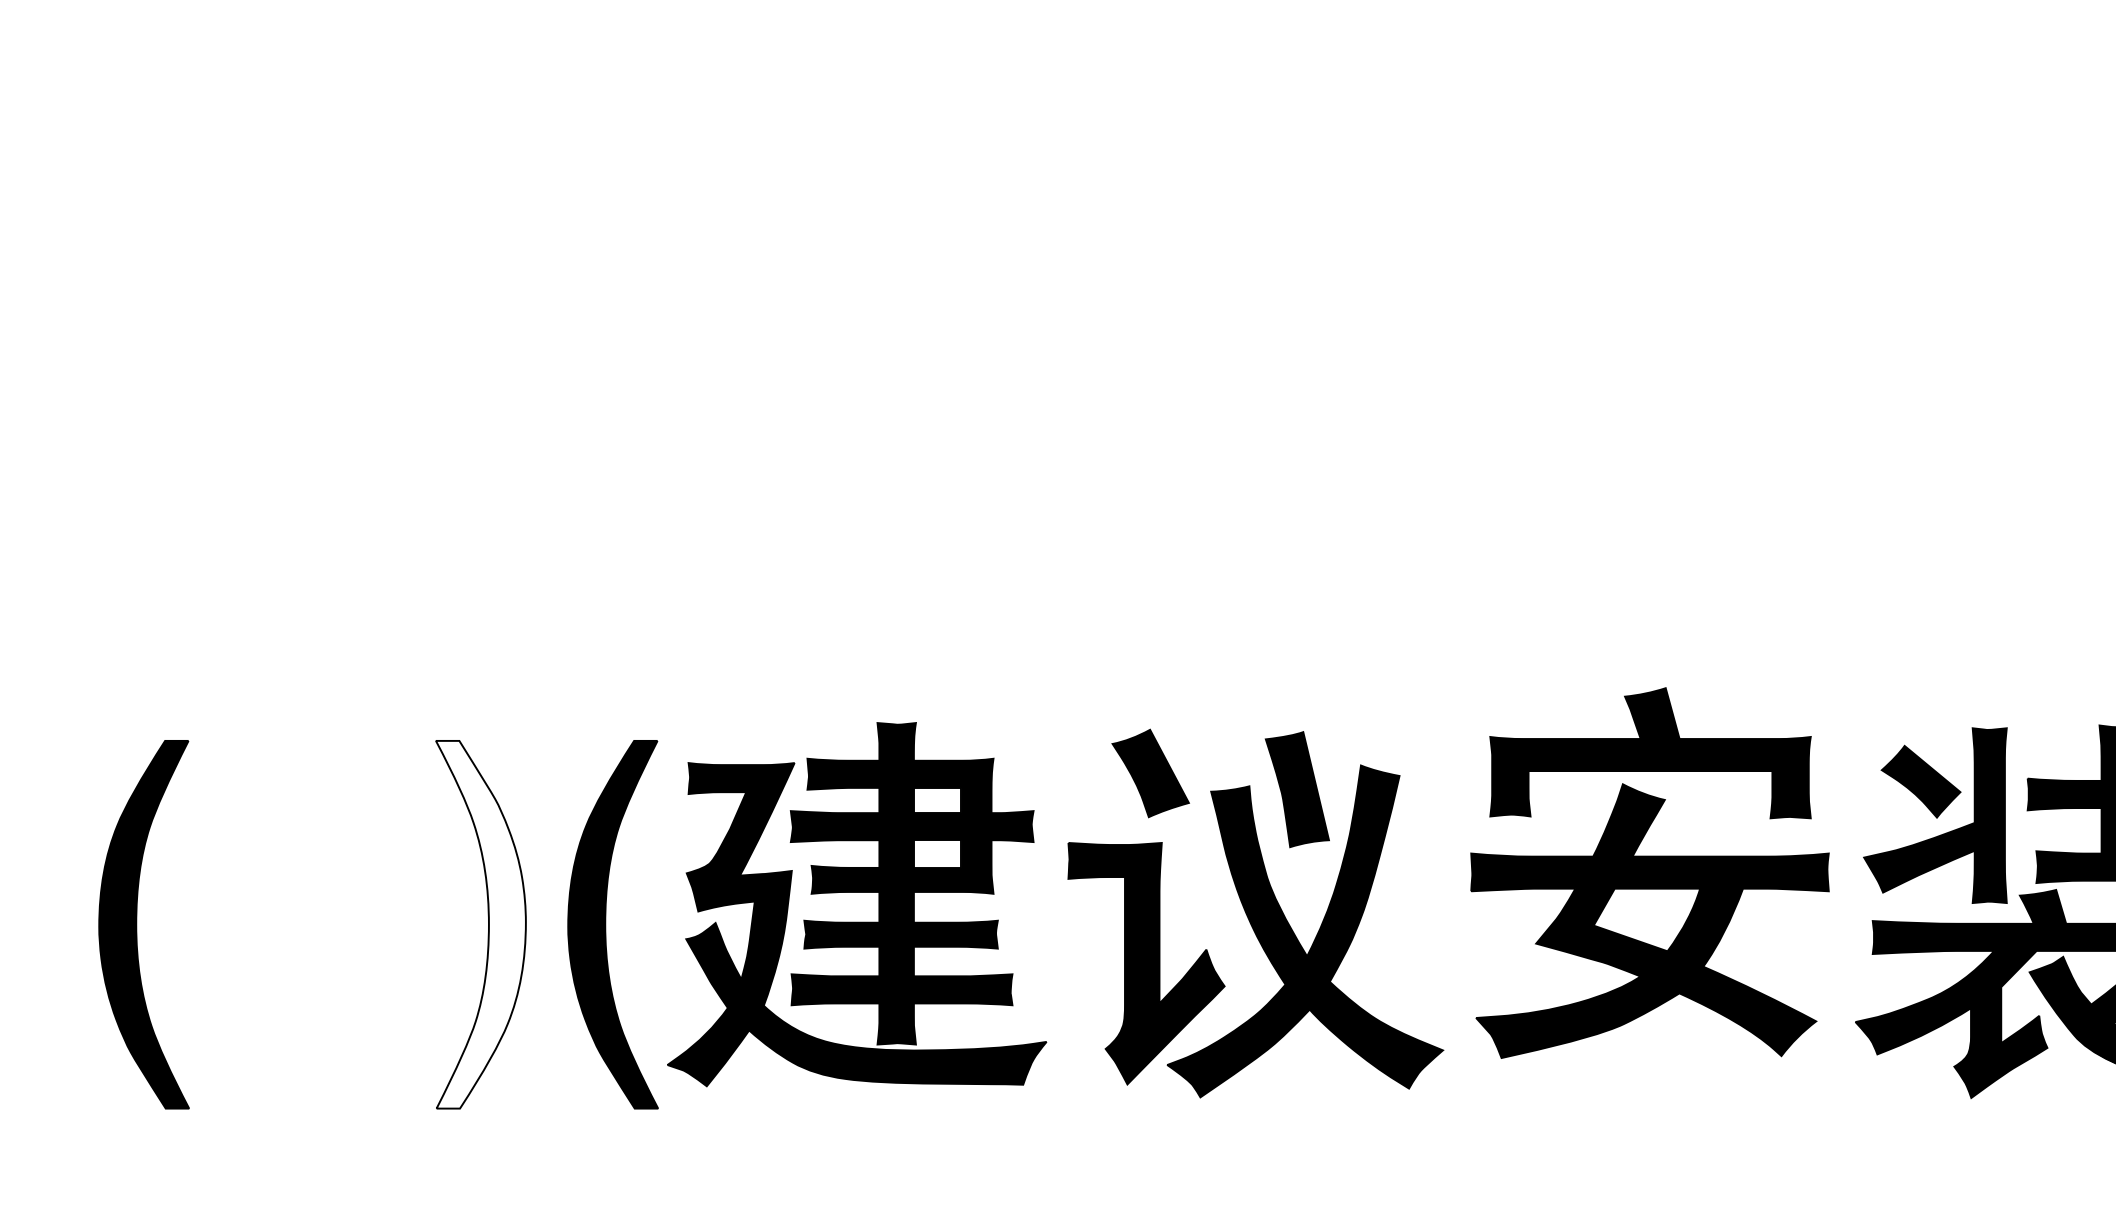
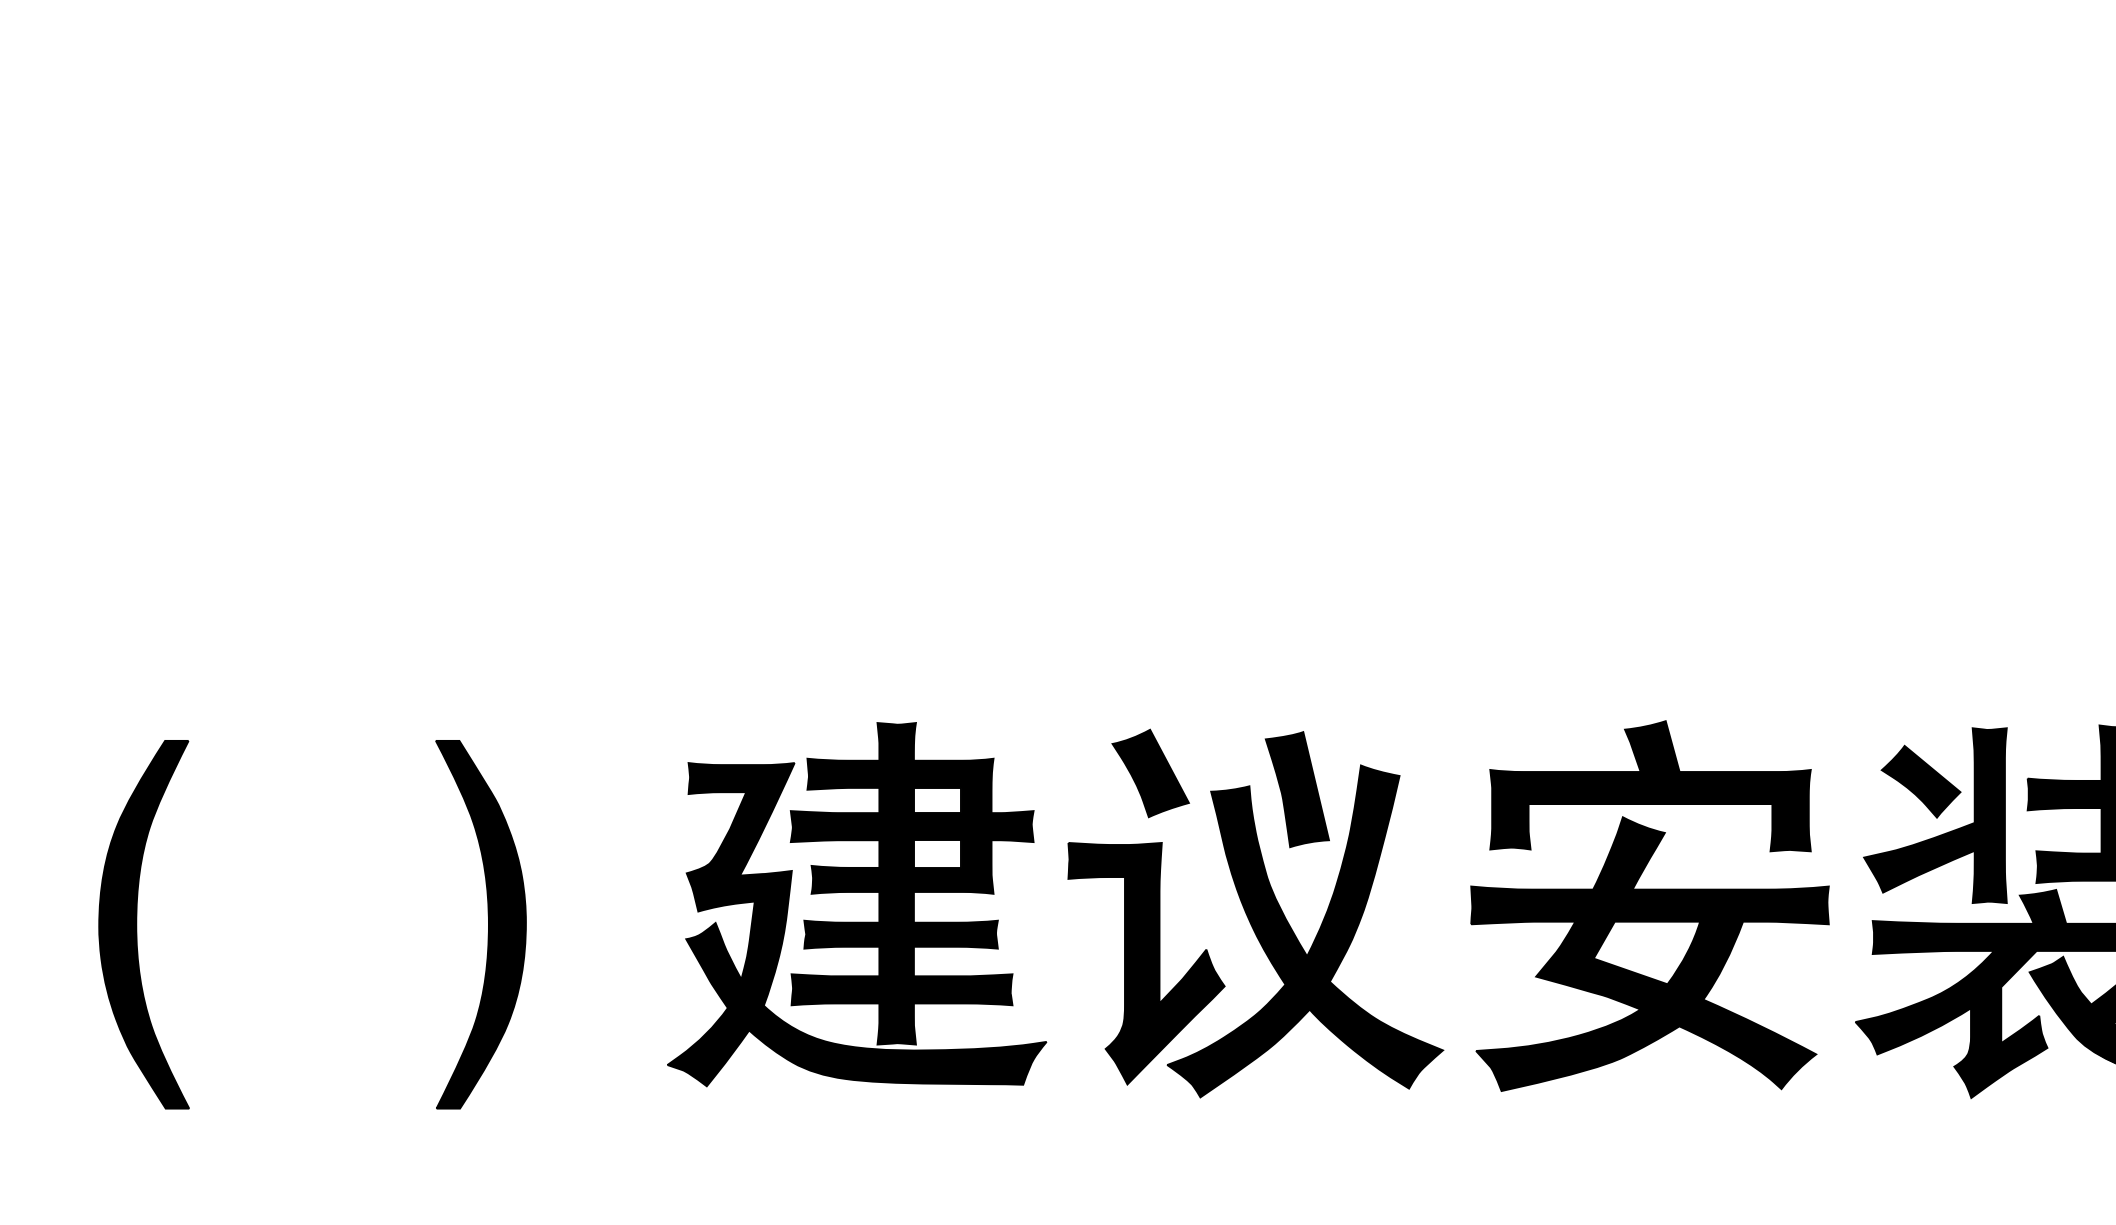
part at (1649, 872) position: (1649, 872) -> (1649, 905)
fill at (480, 924): none -> present
part at (612, 924): present -> none
